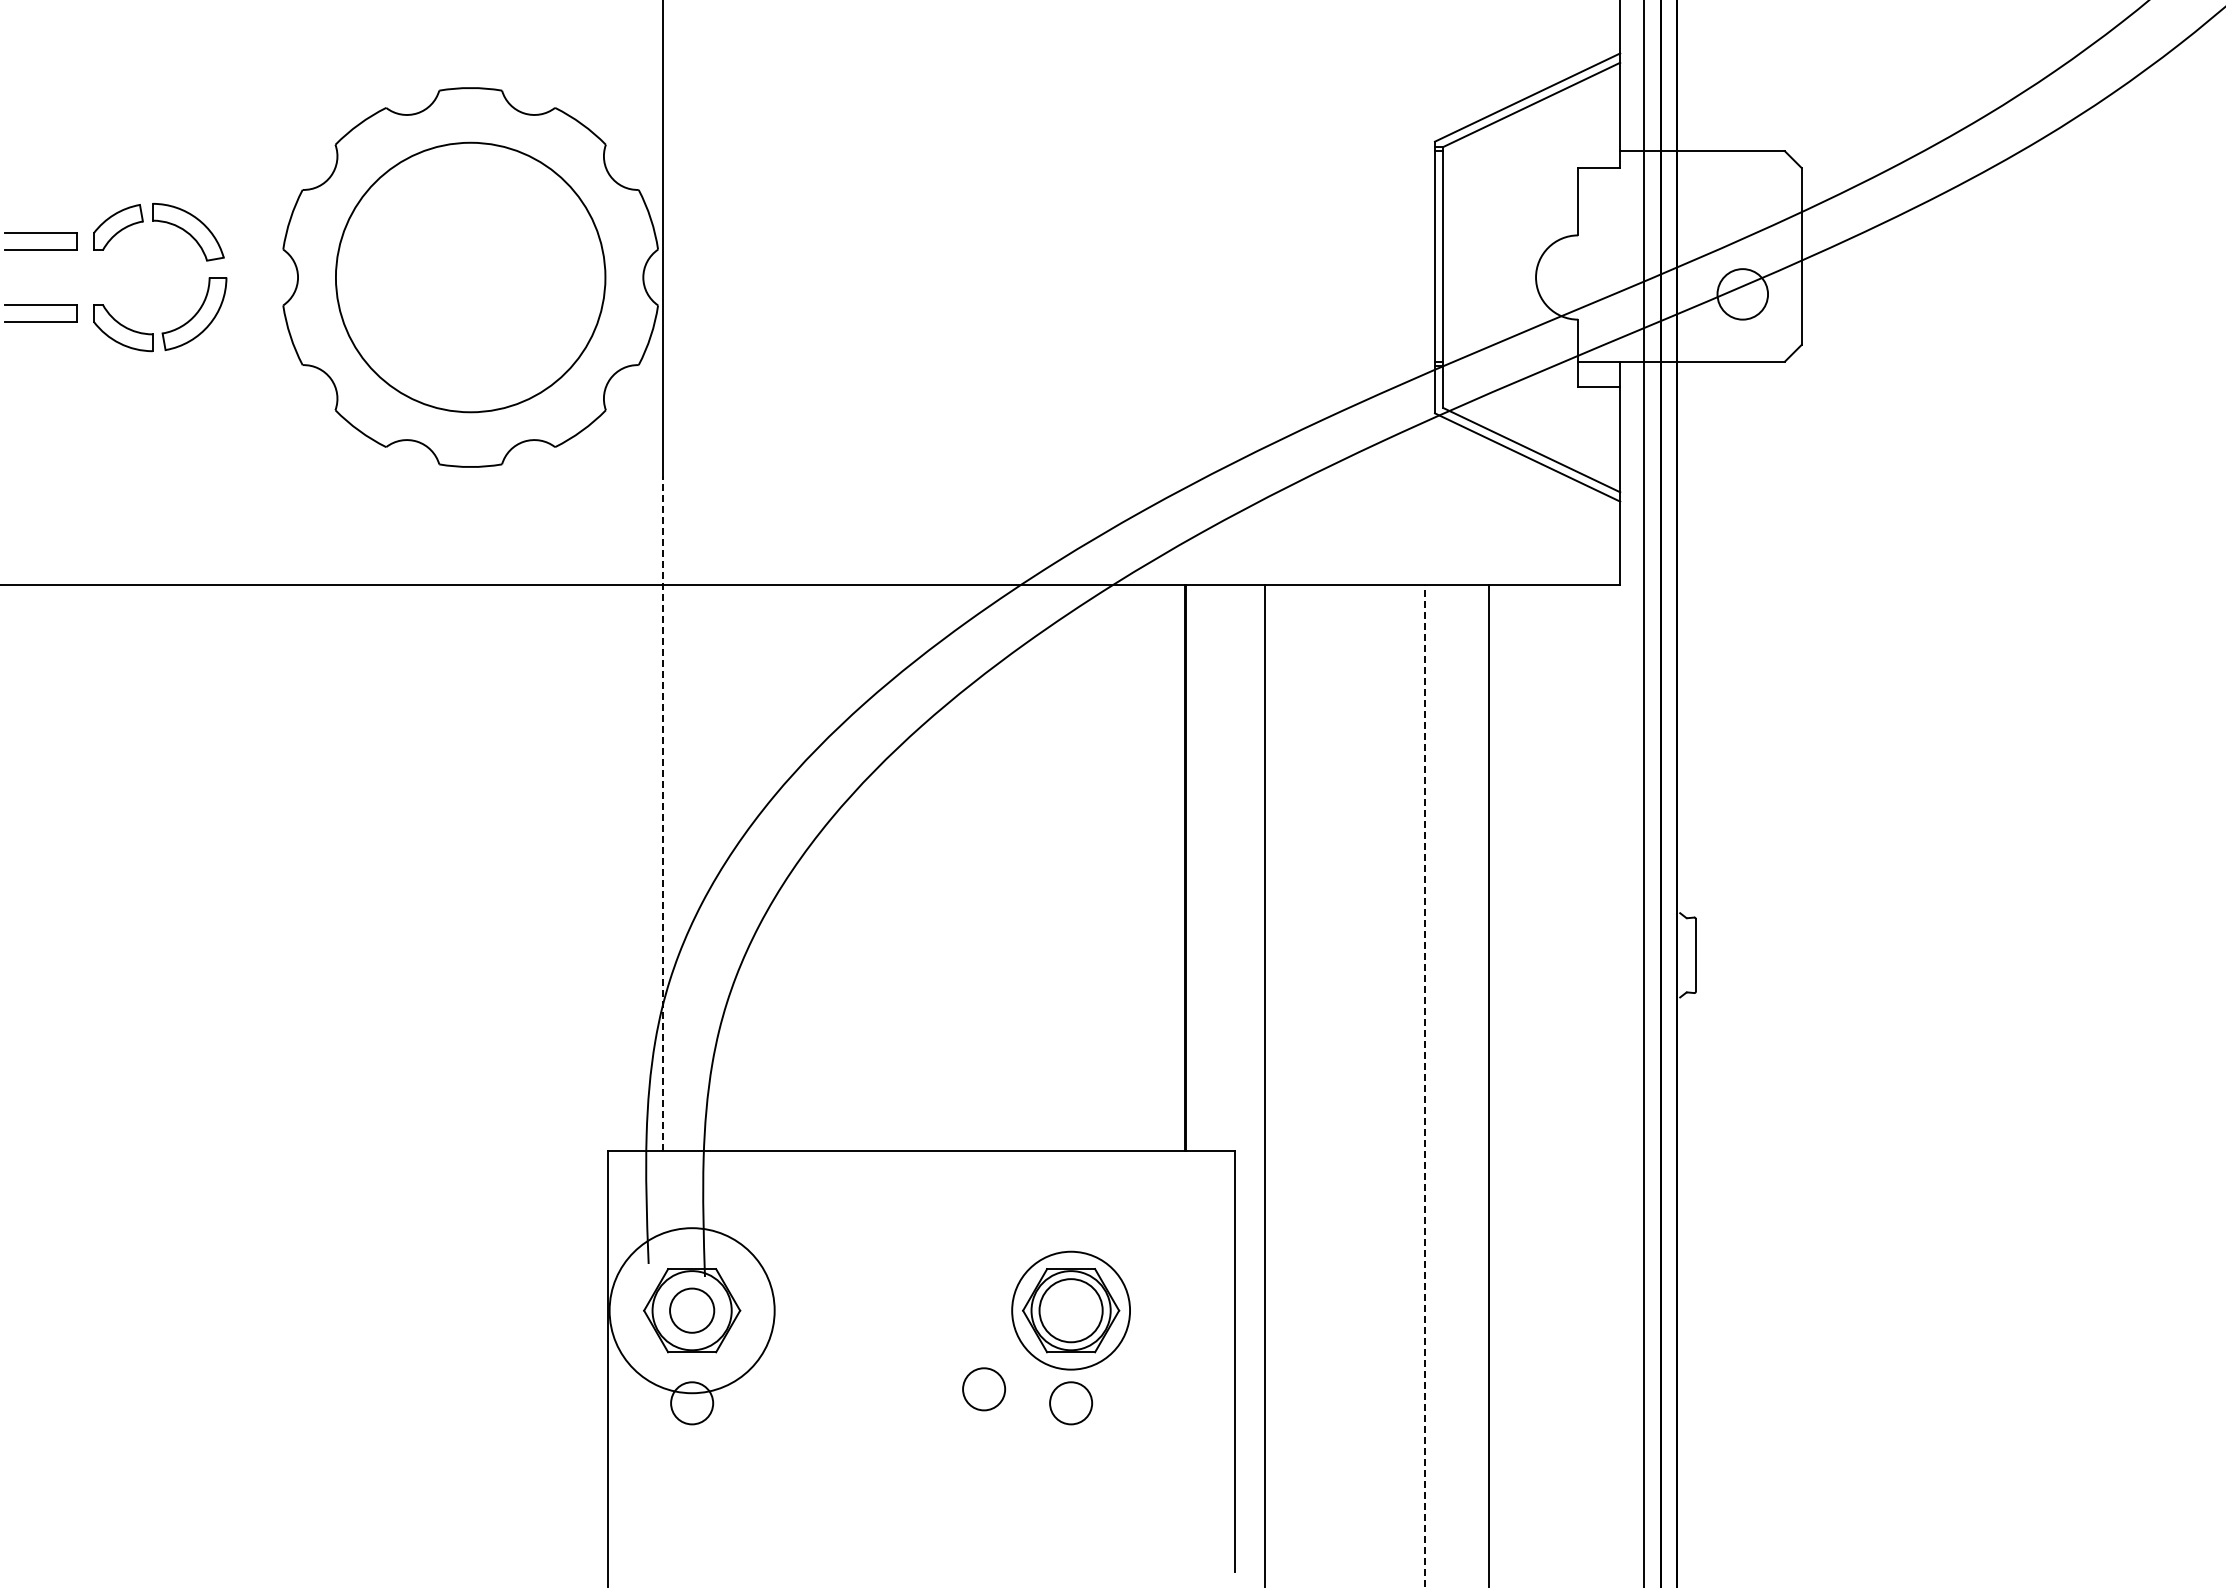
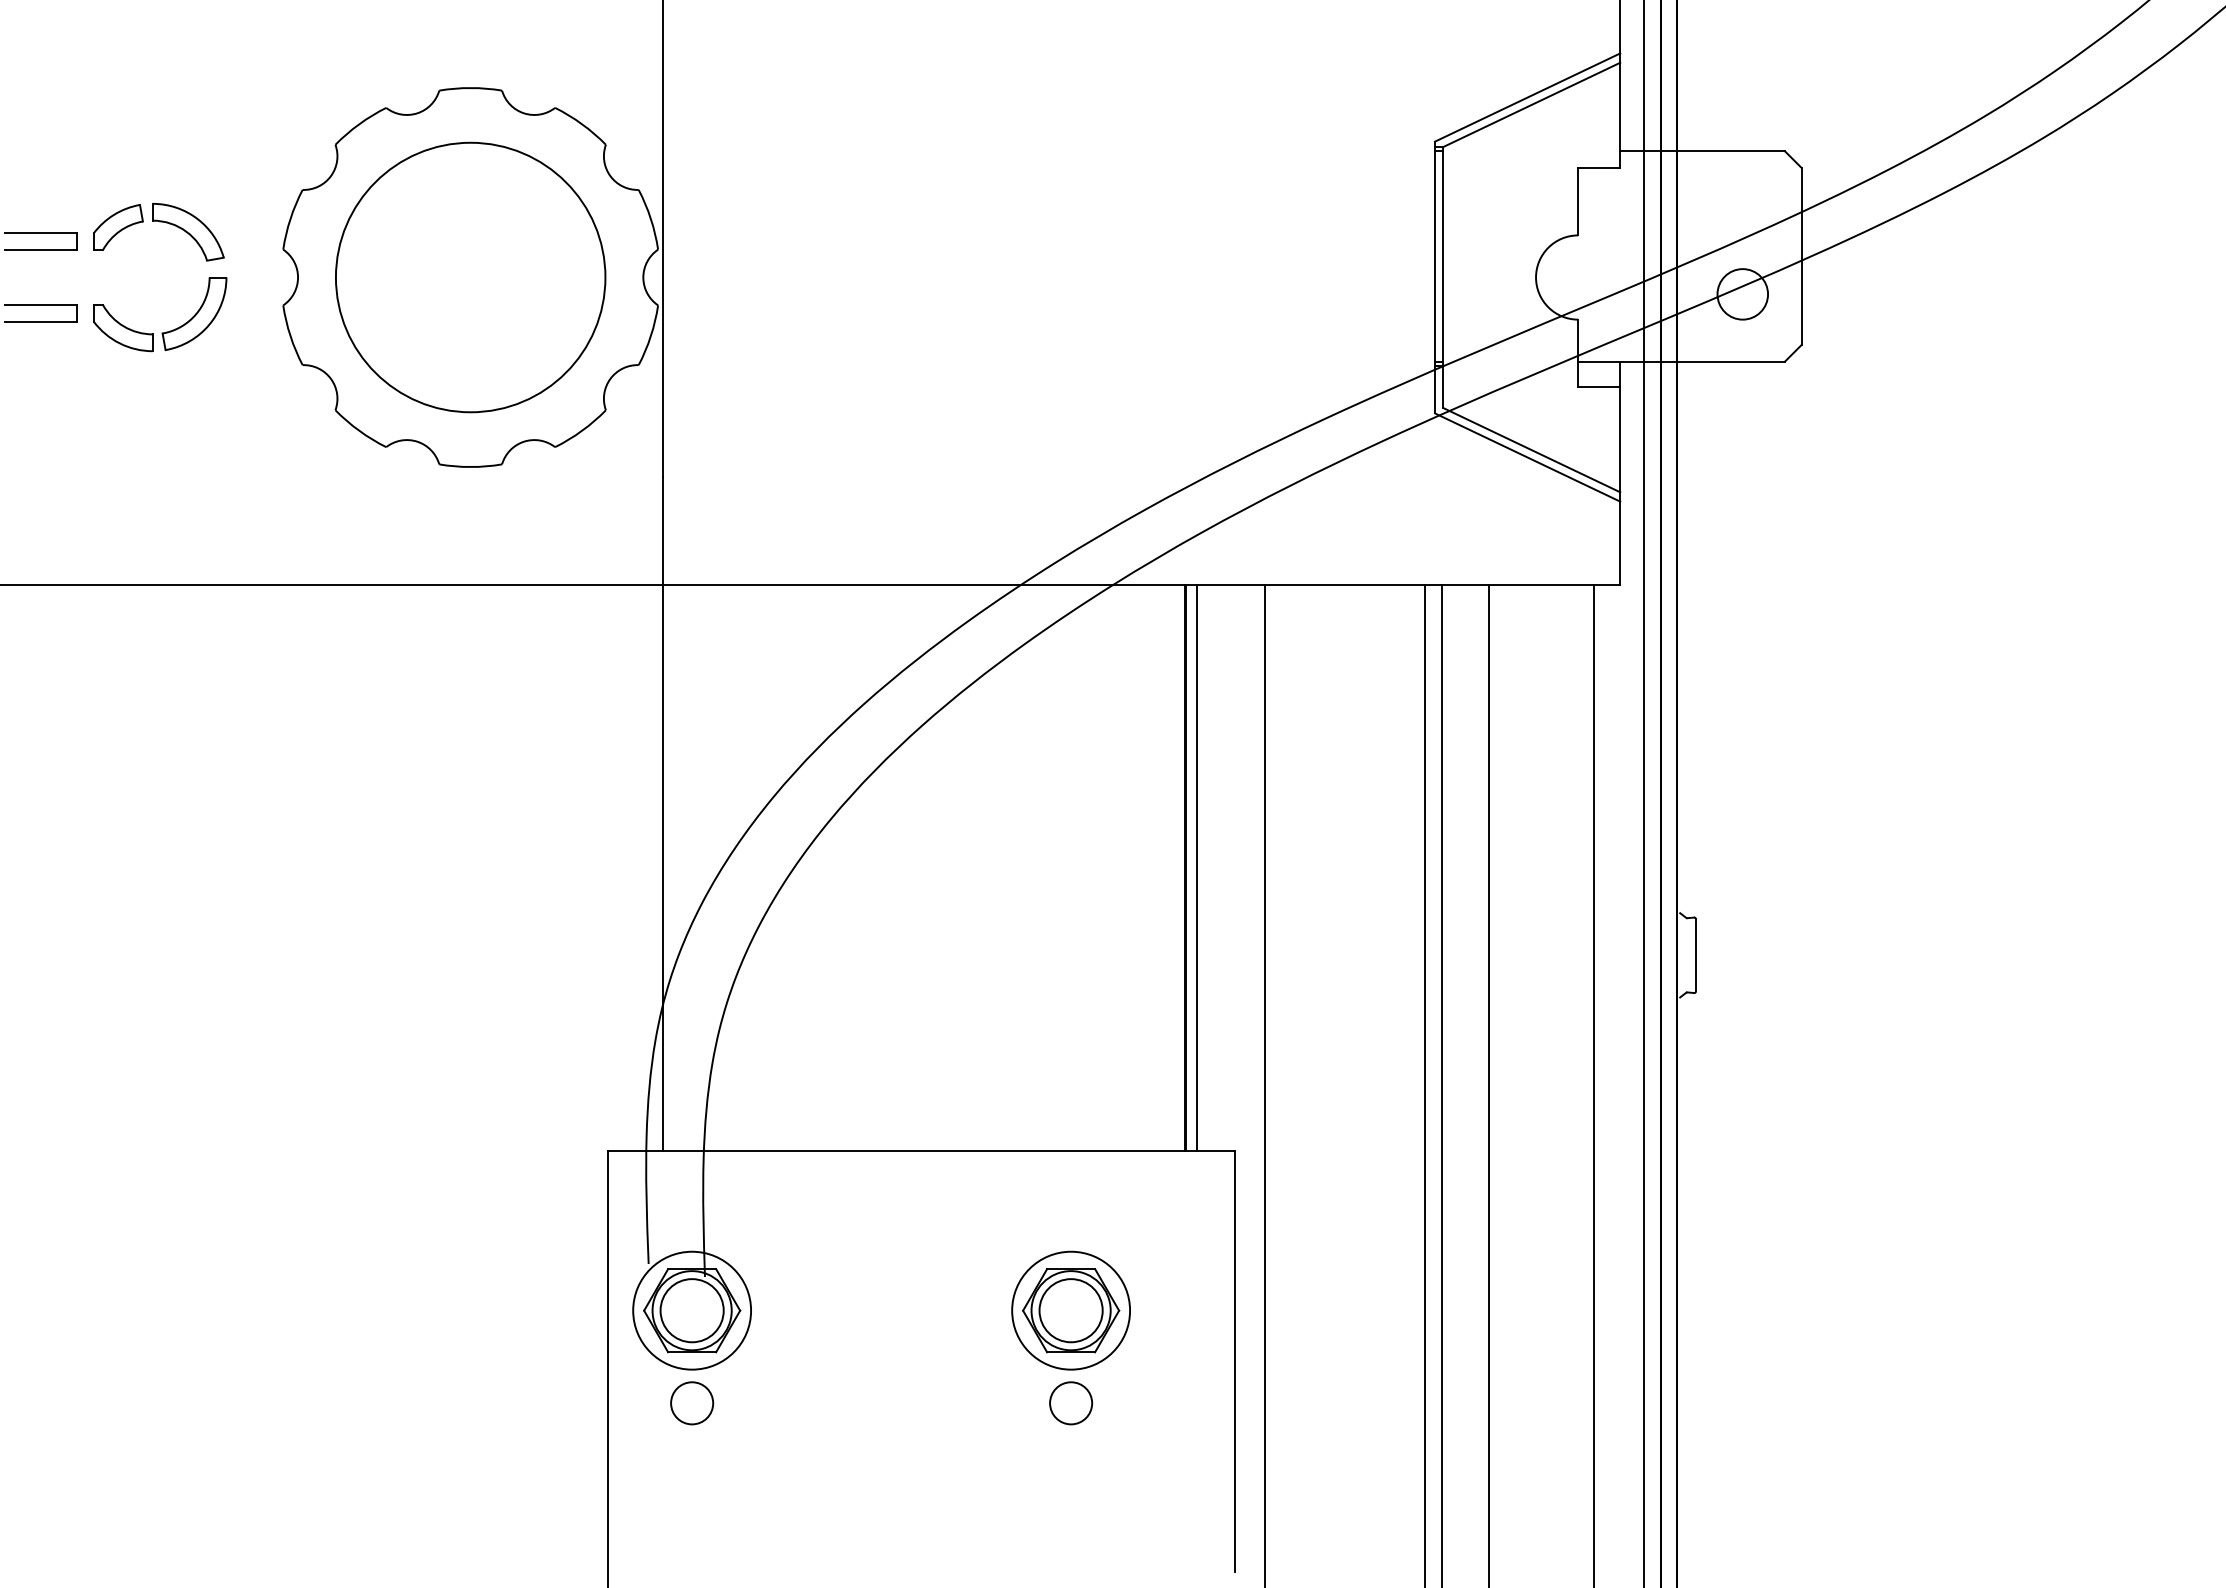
line at (662, 813): dashed -> solid
line at (1197, 867): none -> present
line at (1441, 1084): none -> present
line at (1594, 1084): none -> present
line at (1424, 1085): dashed -> solid
circle at (691, 1310) diameter: 165 px -> 118 px
circle at (692, 1310) diameter: 44 px -> 63 px
circle at (984, 1389): present -> none
